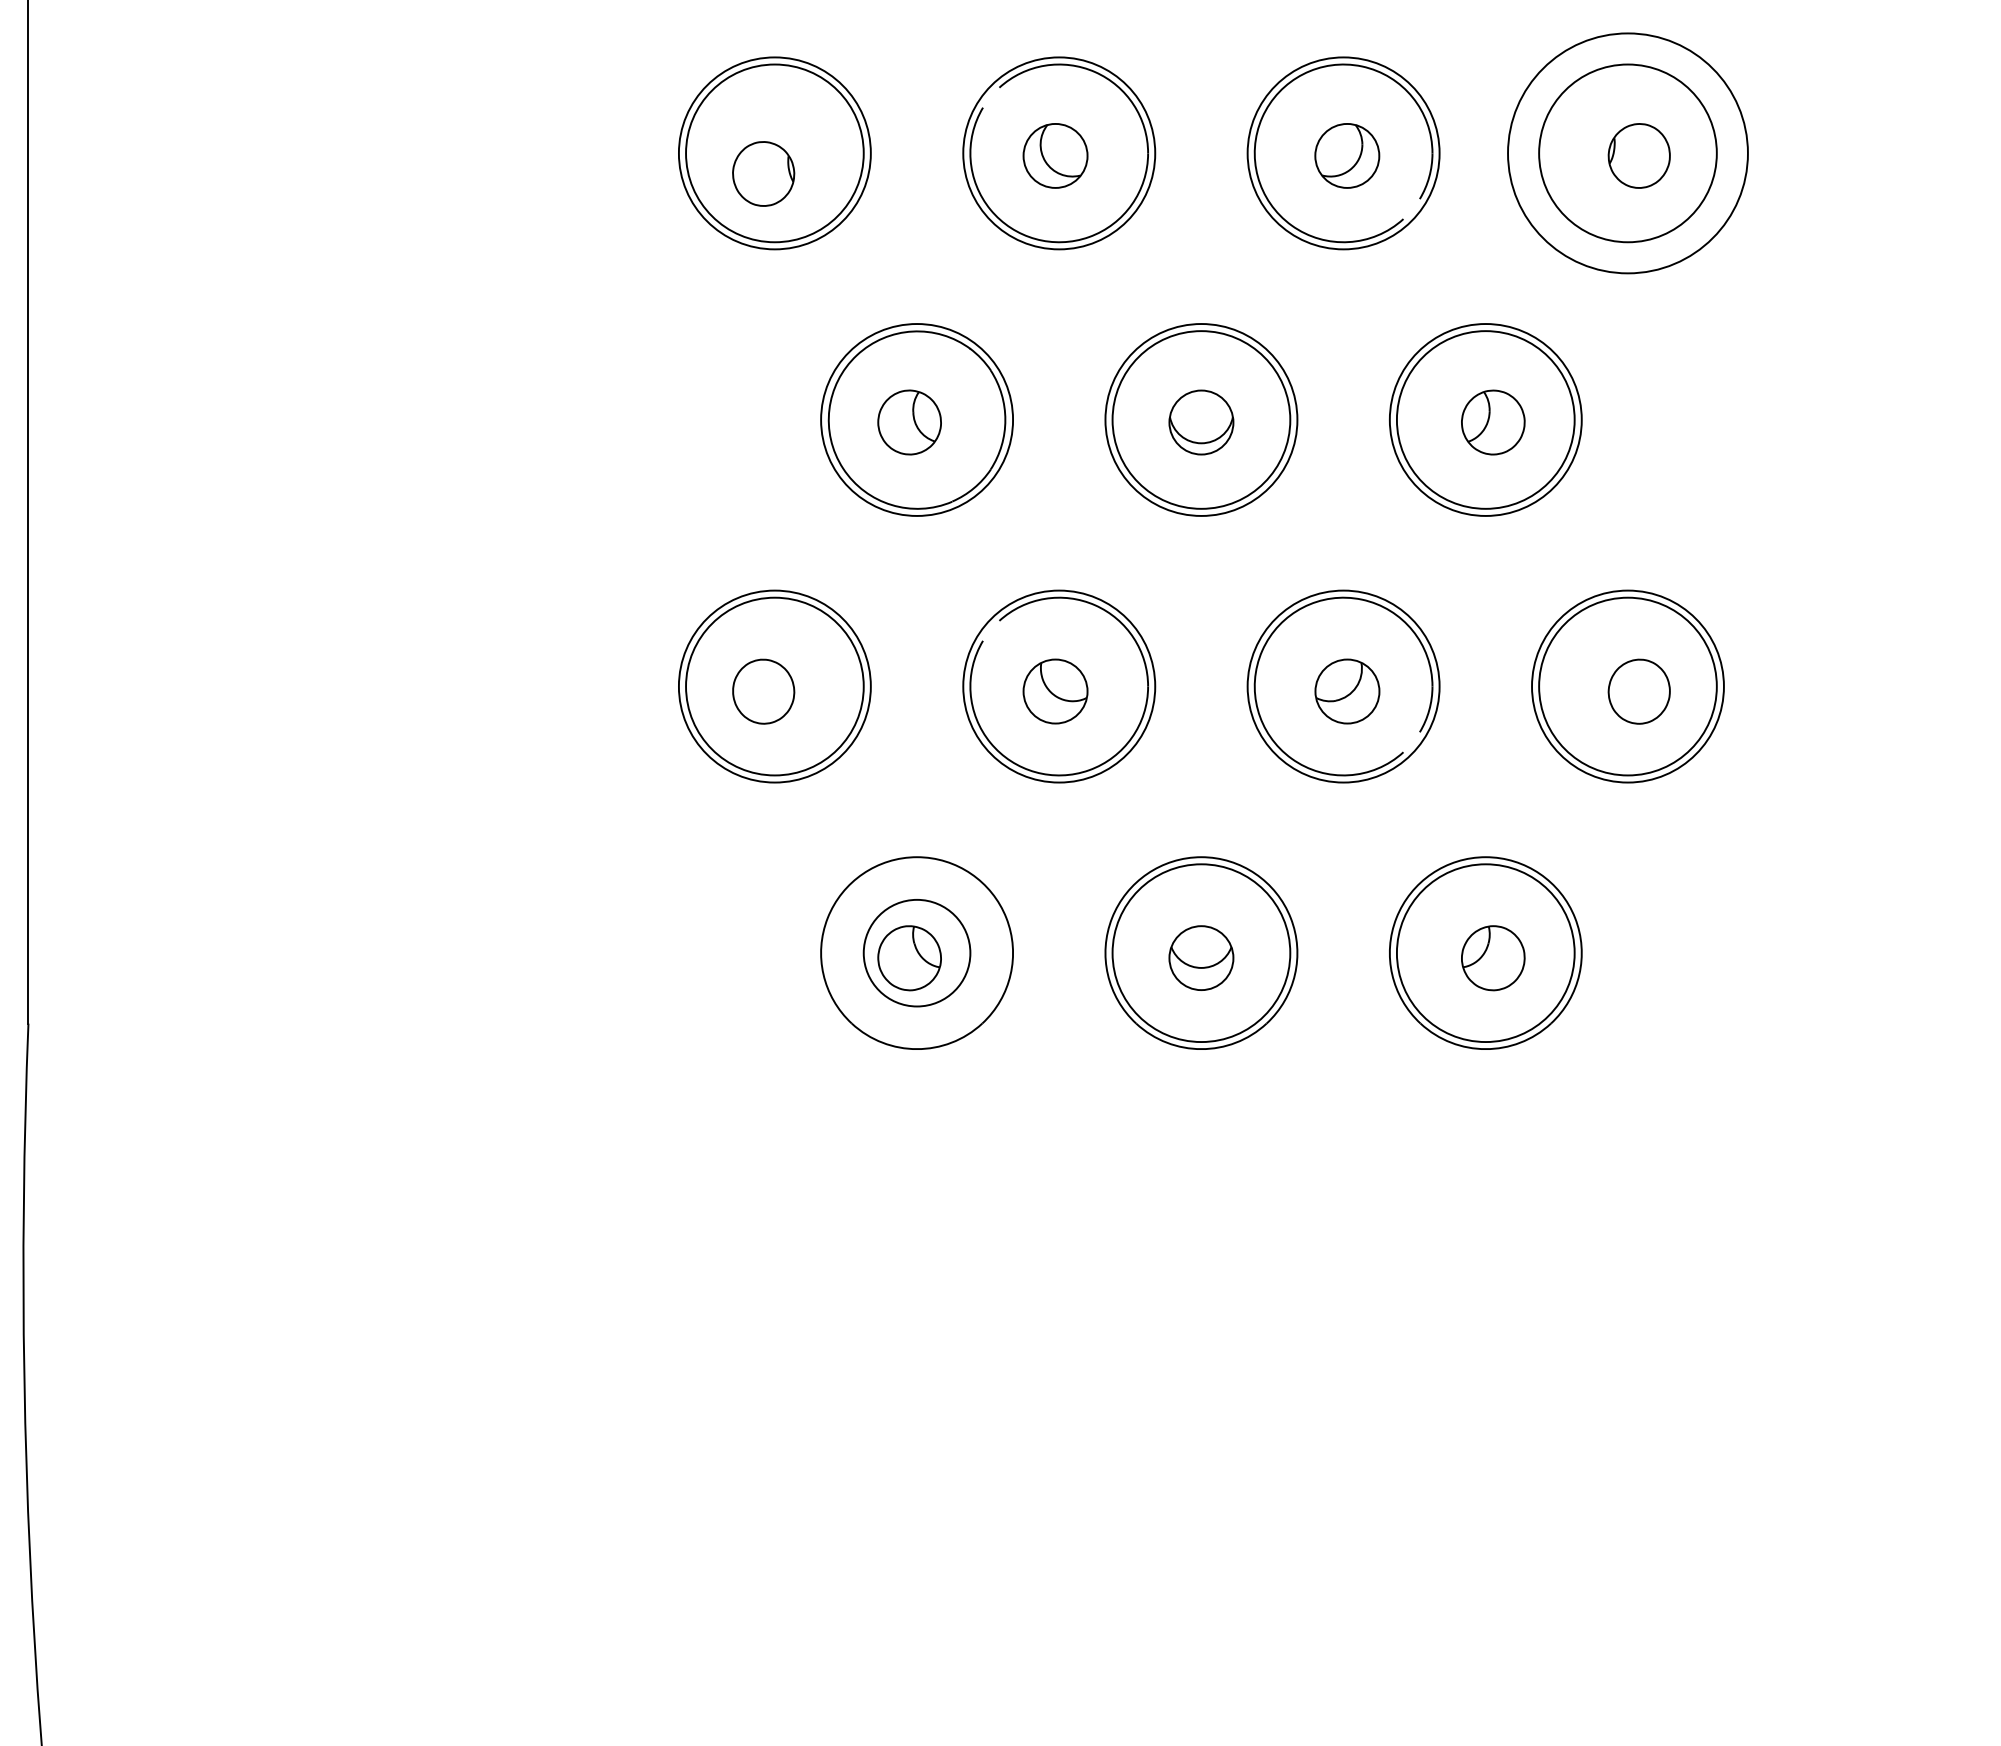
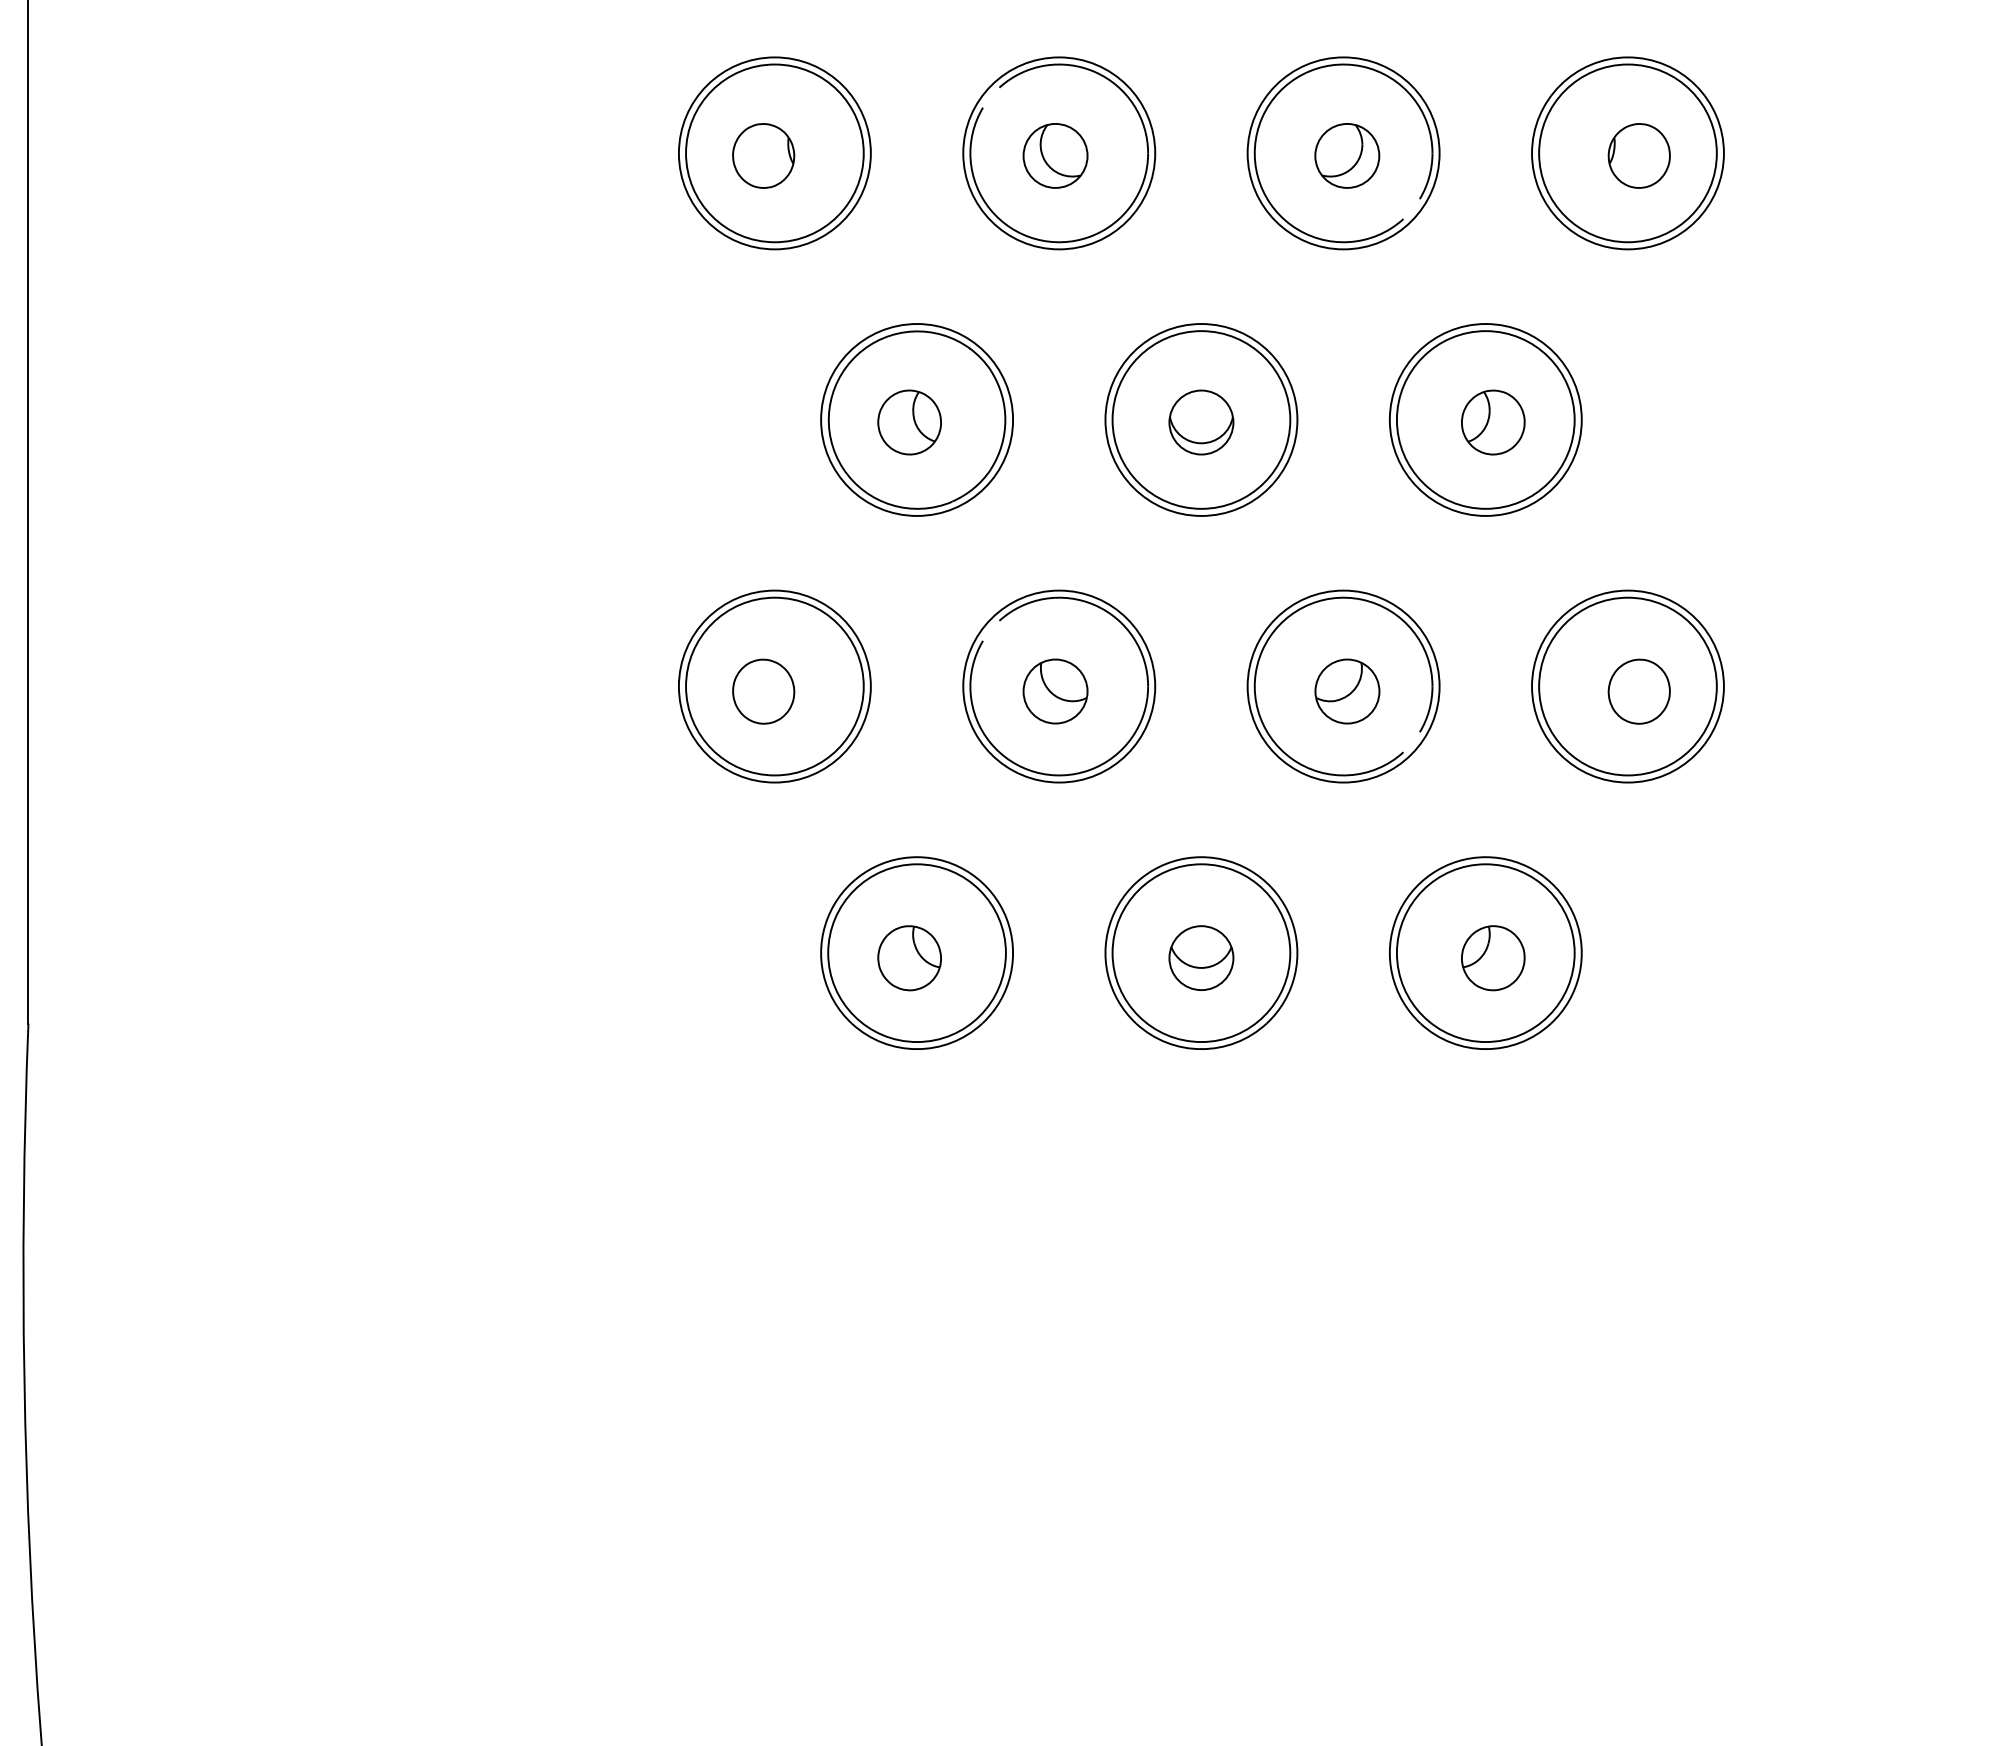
circle at (1627, 153) diameter: 240 px -> 192 px
part at (763, 173) position: (763, 173) -> (763, 155)
circle at (916, 952) diameter: 107 px -> 178 px
